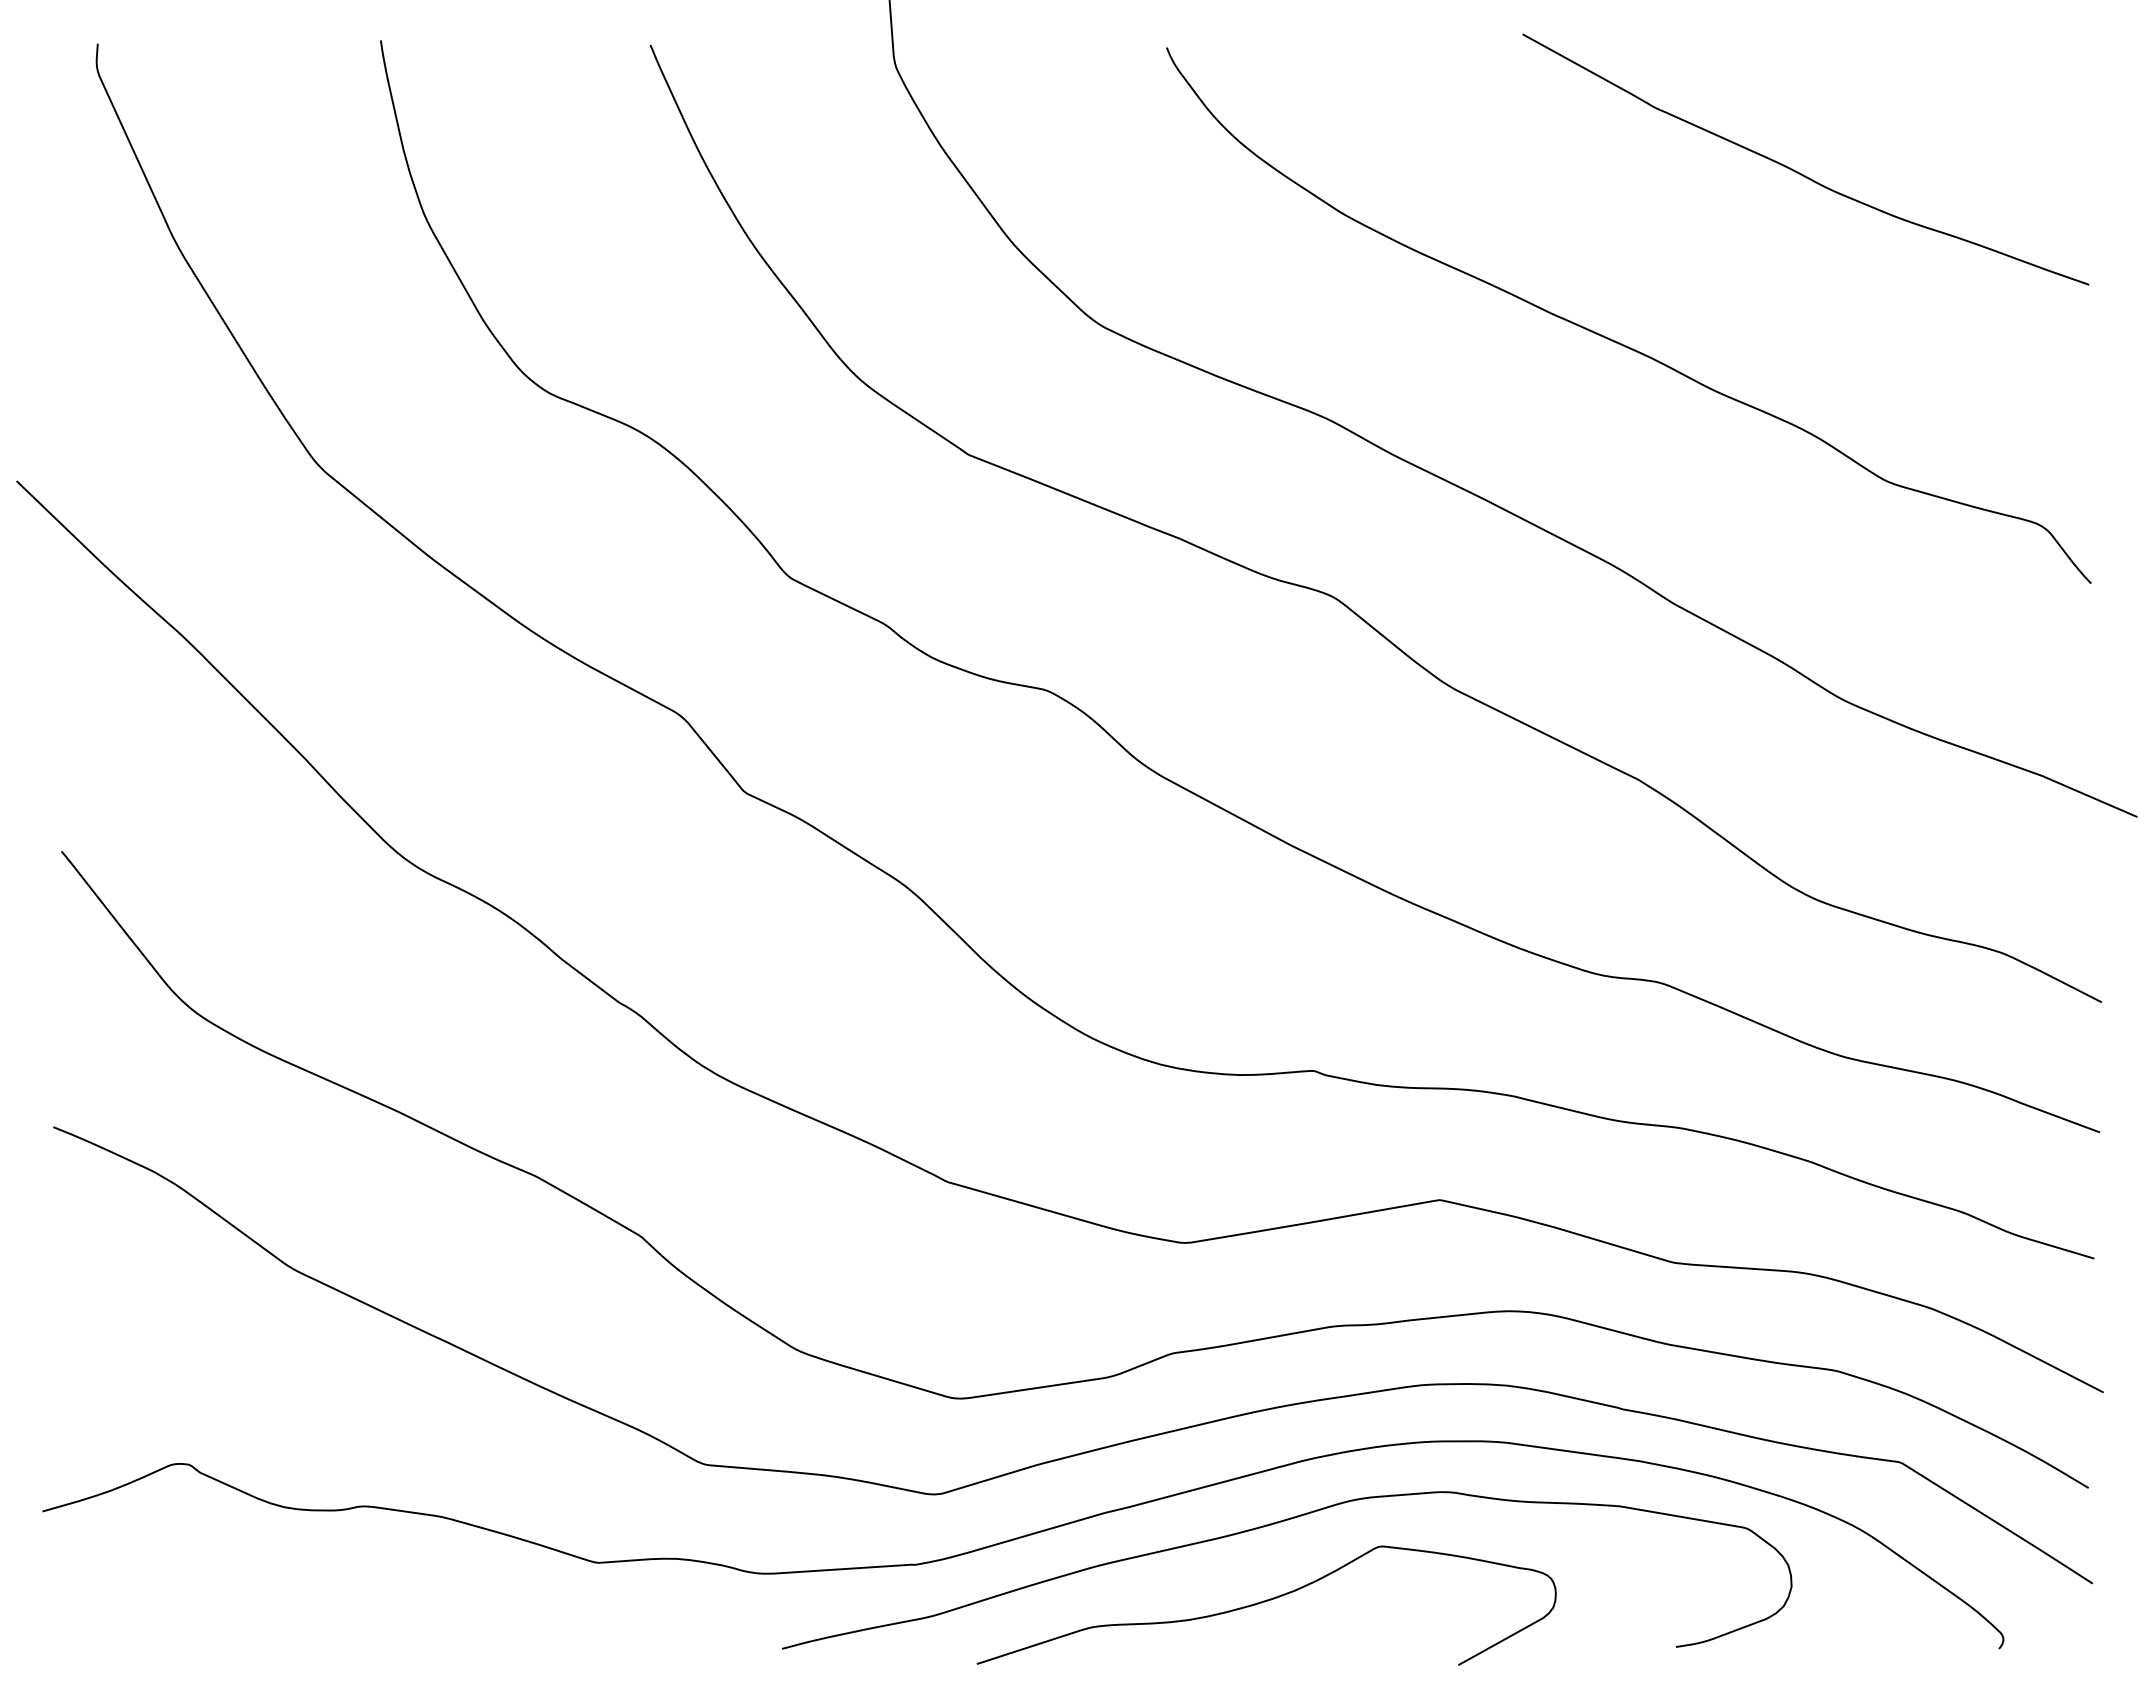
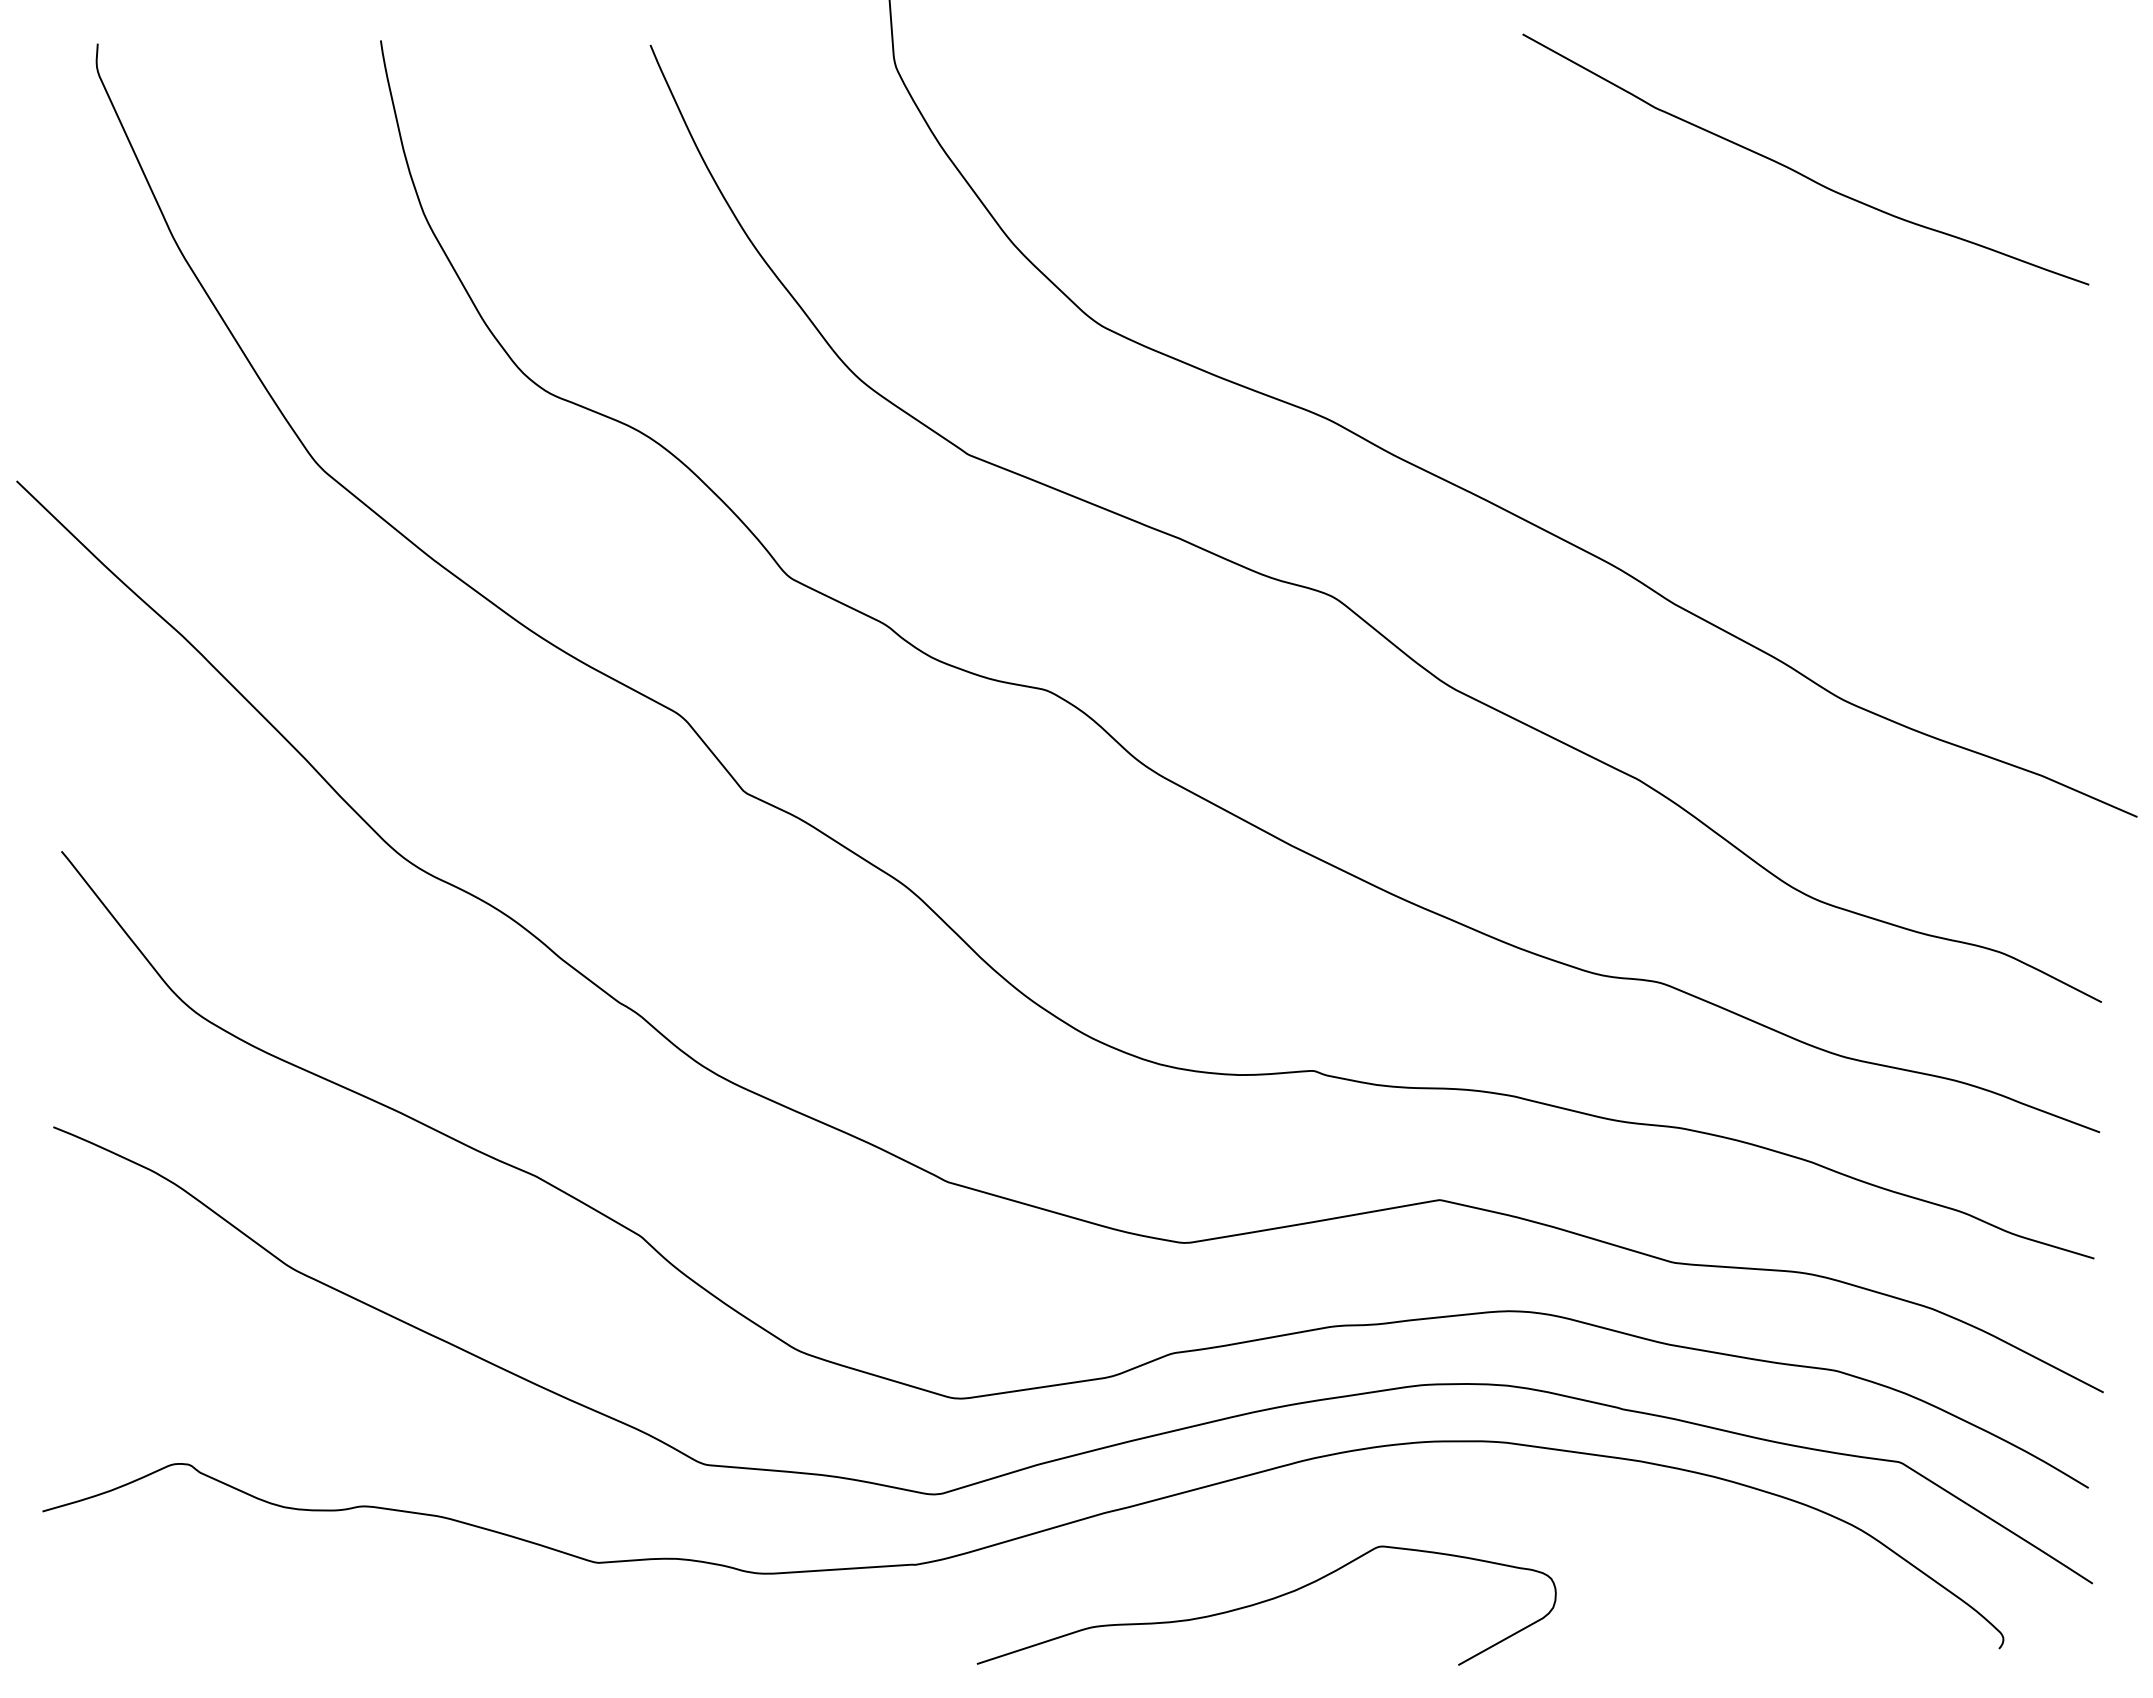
curve at (1615, 340): present -> none
curve at (1271, 1525): present -> none
